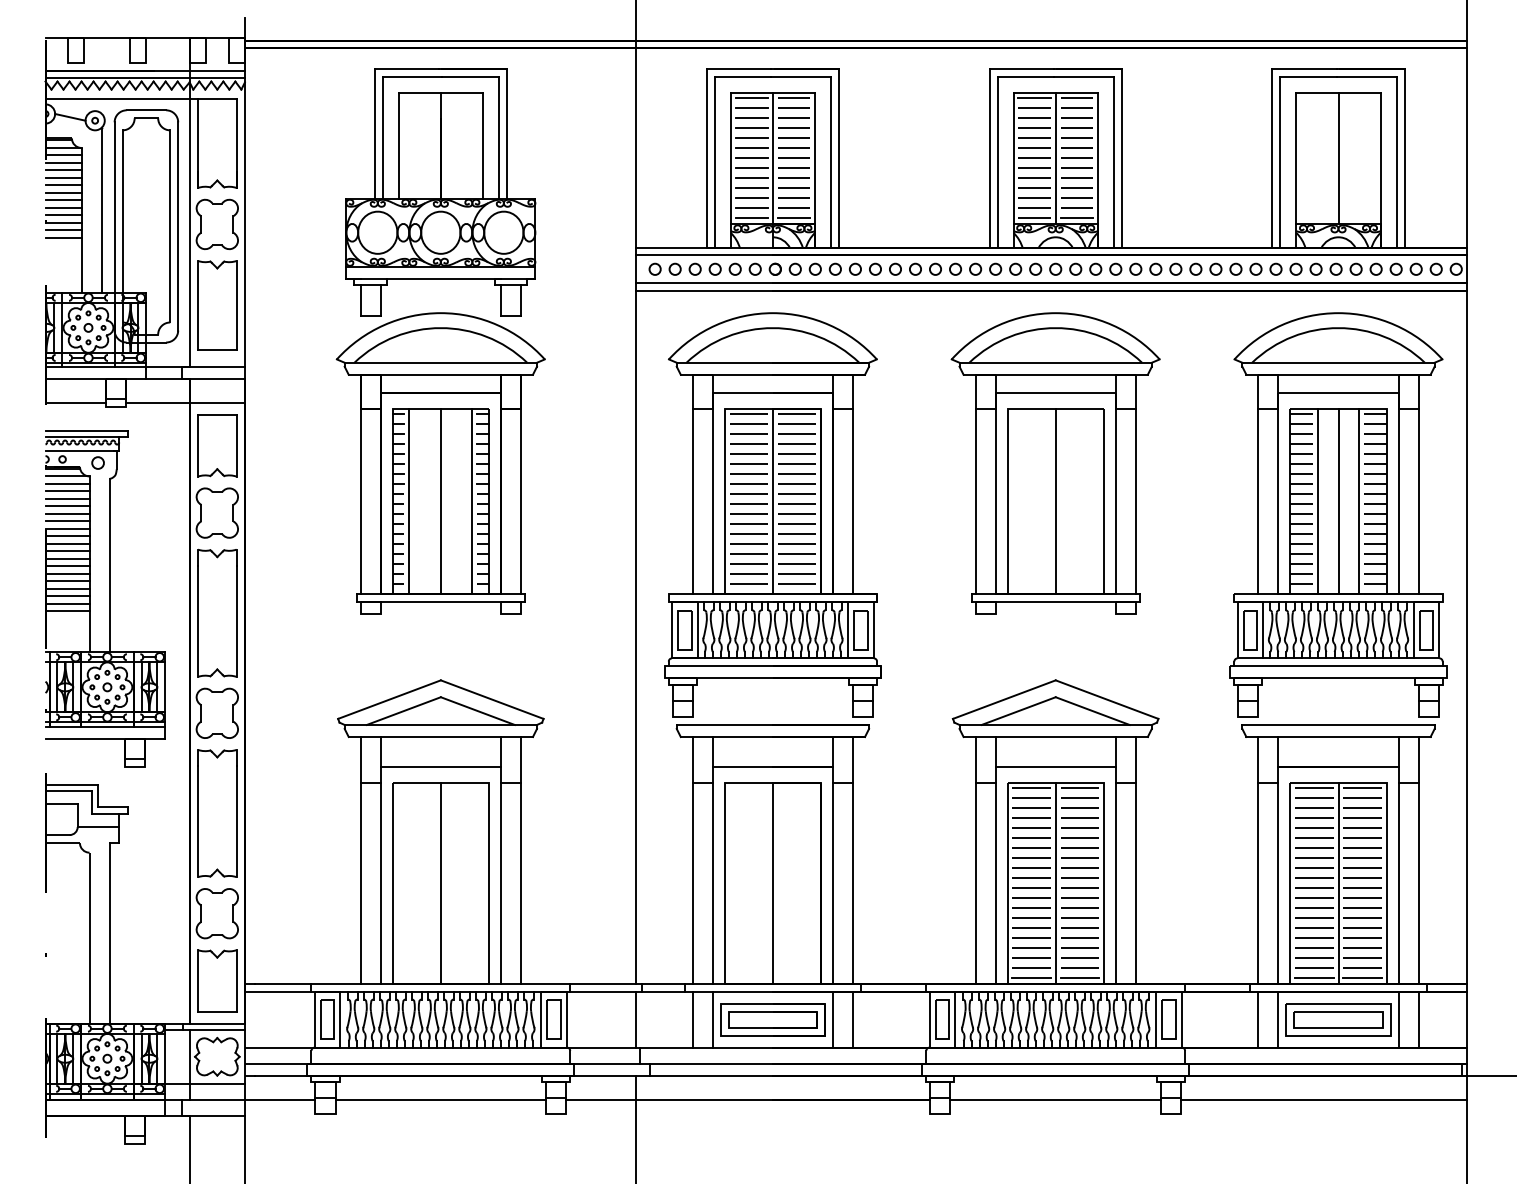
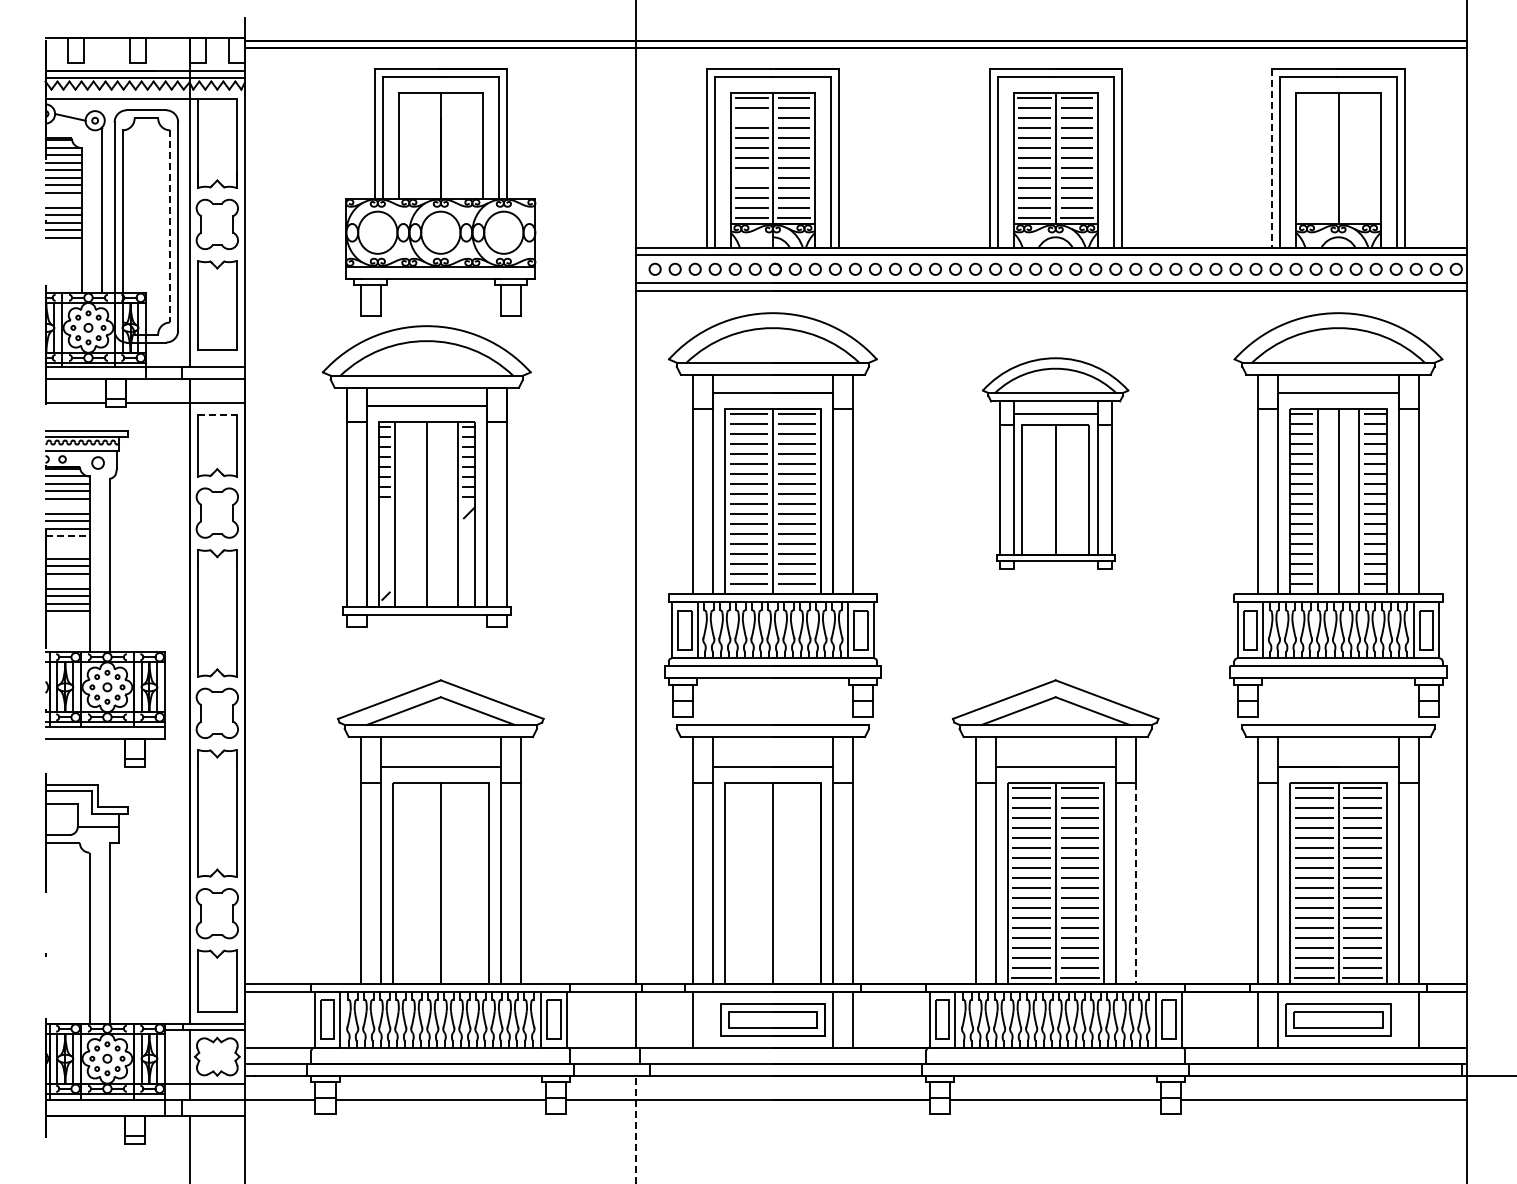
line at (751, 117): present -> none
line at (1272, 158): solid -> dashed
line at (751, 177): present -> none
line at (63, 200): present -> none
line at (170, 226): solid -> dashed
line at (217, 414): solid -> dashed
part at (440, 463) position: (440, 463) -> (426, 476)
part at (1055, 463) size: 211x303 px -> 148x213 px
line at (67, 506): present -> none
line at (68, 536): solid -> dashed
line at (67, 543): present -> none
line at (67, 551): present -> none
line at (67, 581): present -> none
line at (1135, 883): solid -> dashed
line at (712, 1019): present -> none
line at (1398, 1019): present -> none
line at (635, 1129): solid -> dashed
